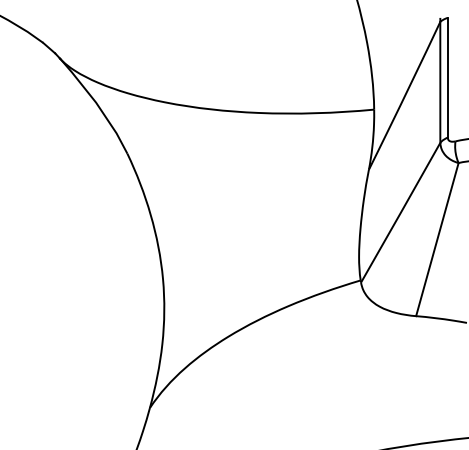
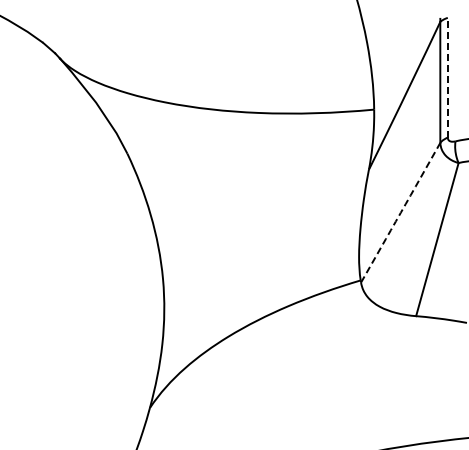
line at (447, 77): solid -> dashed
arc at (400, 212): solid -> dashed
